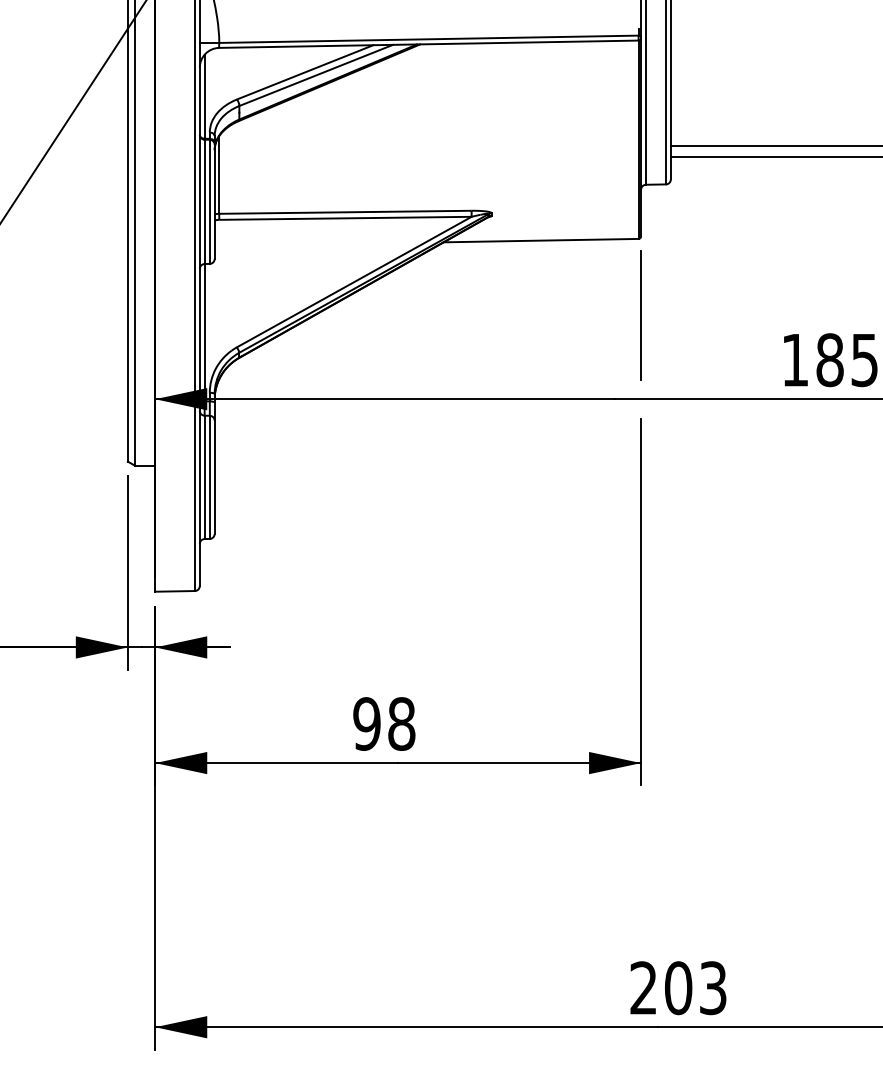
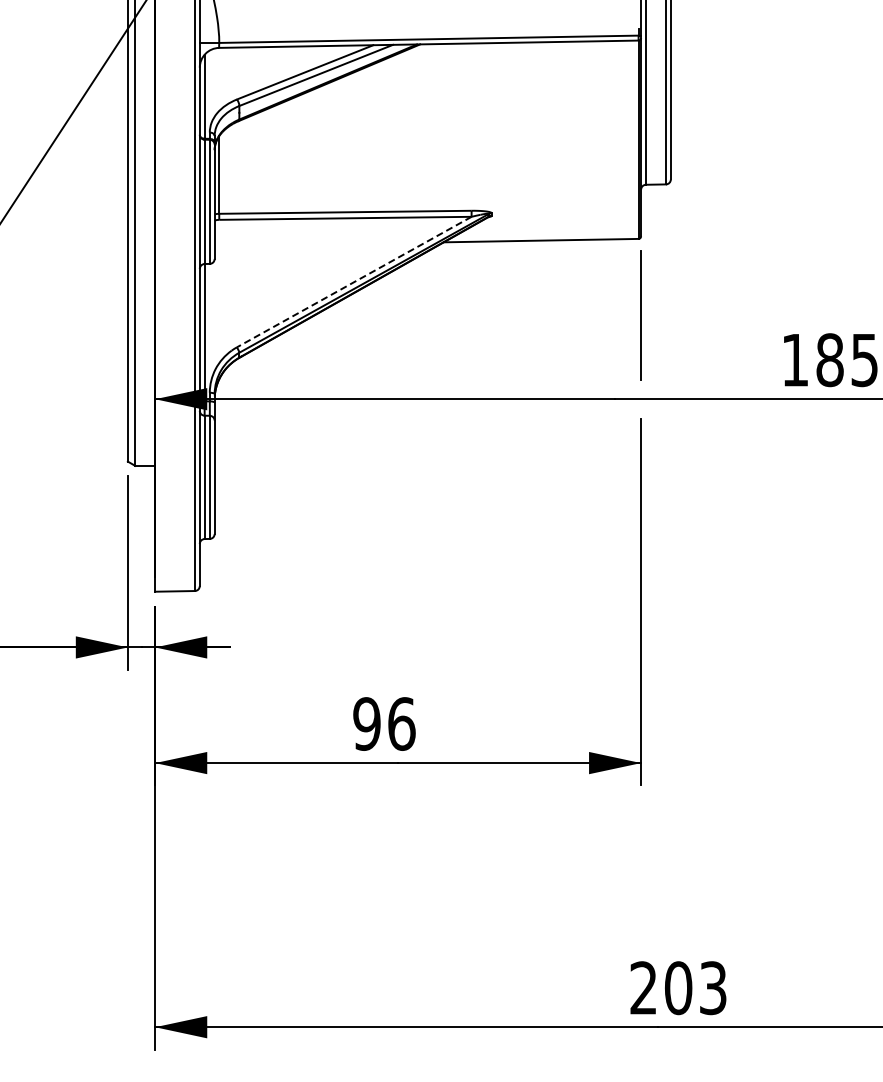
line at (774, 146): present -> none
line at (774, 157): present -> none
line at (353, 282): solid -> dashed
text at (401, 723): 98 -> 96
